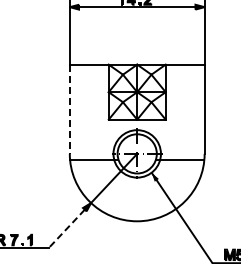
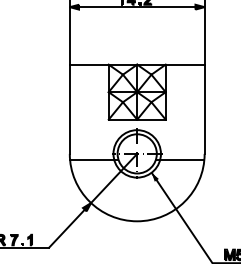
line at (69, 109): dashed -> solid
line at (66, 229): dashed -> solid
